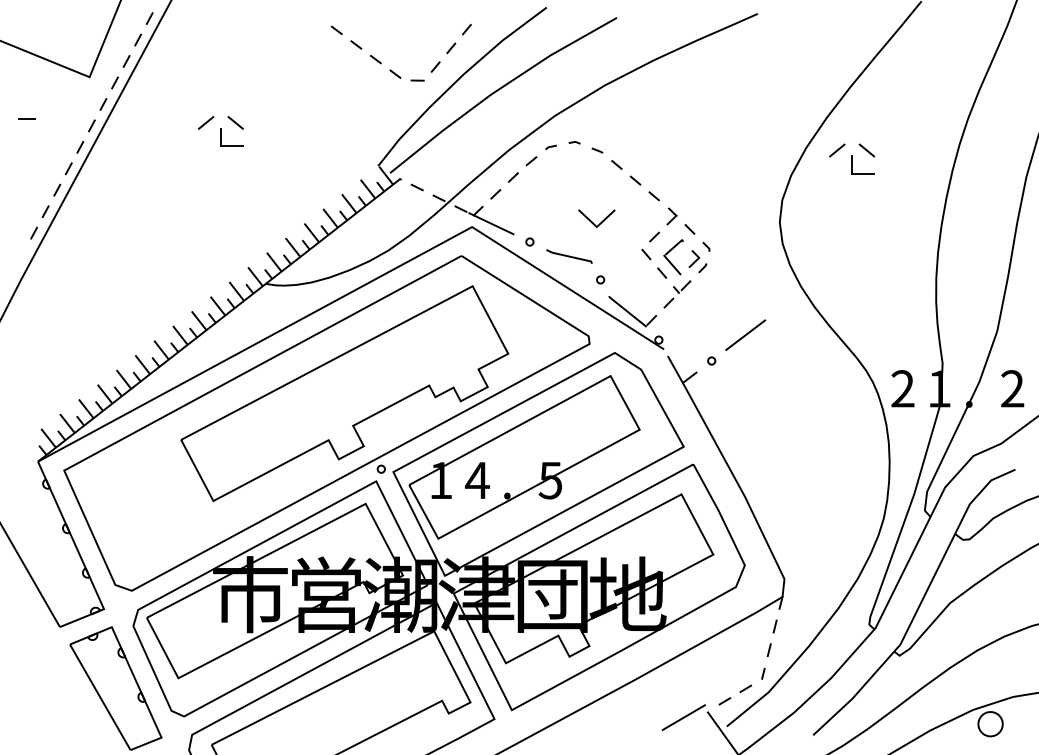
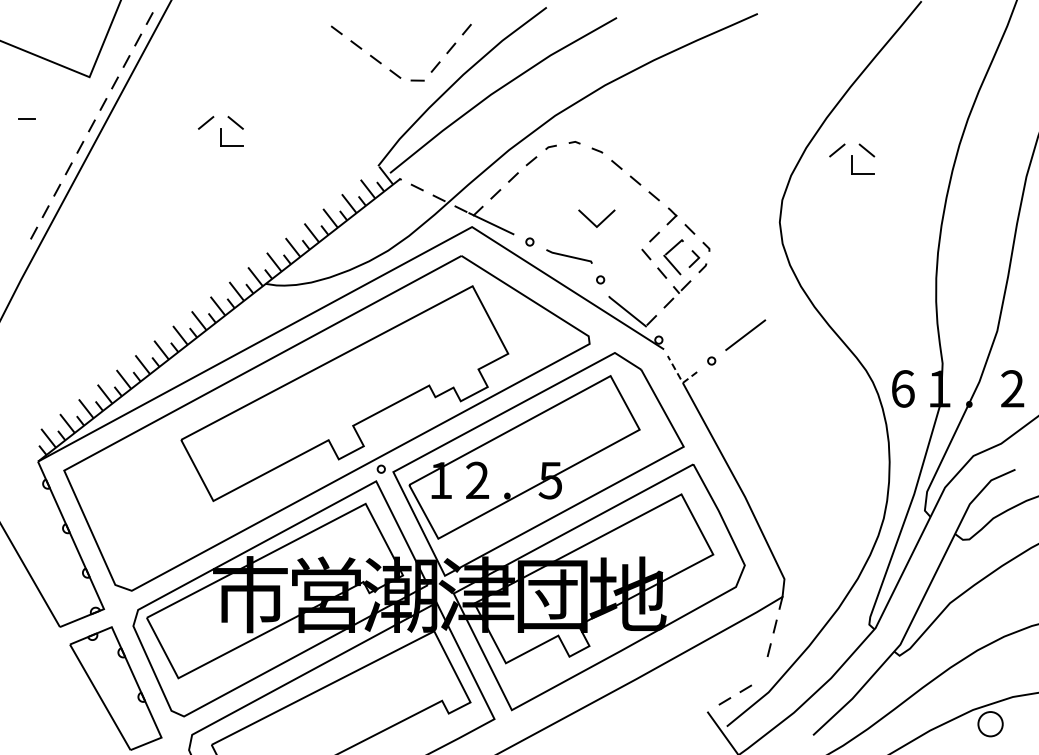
line at (679, 377): solid -> dashed
text at (902, 388): 2 -> 6
text at (477, 479): 4 -> 2
line at (763, 673): present -> none
line at (683, 717): present -> none
